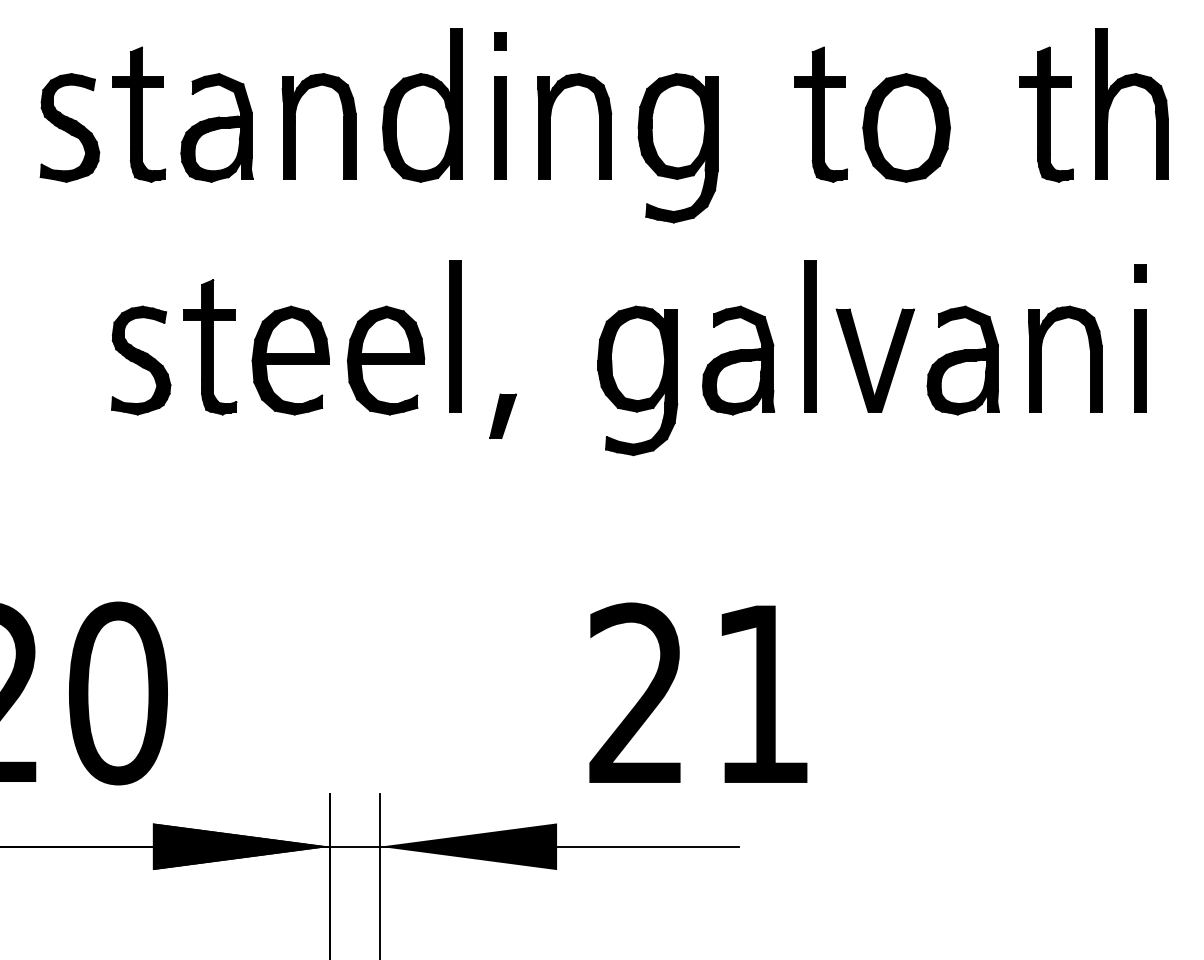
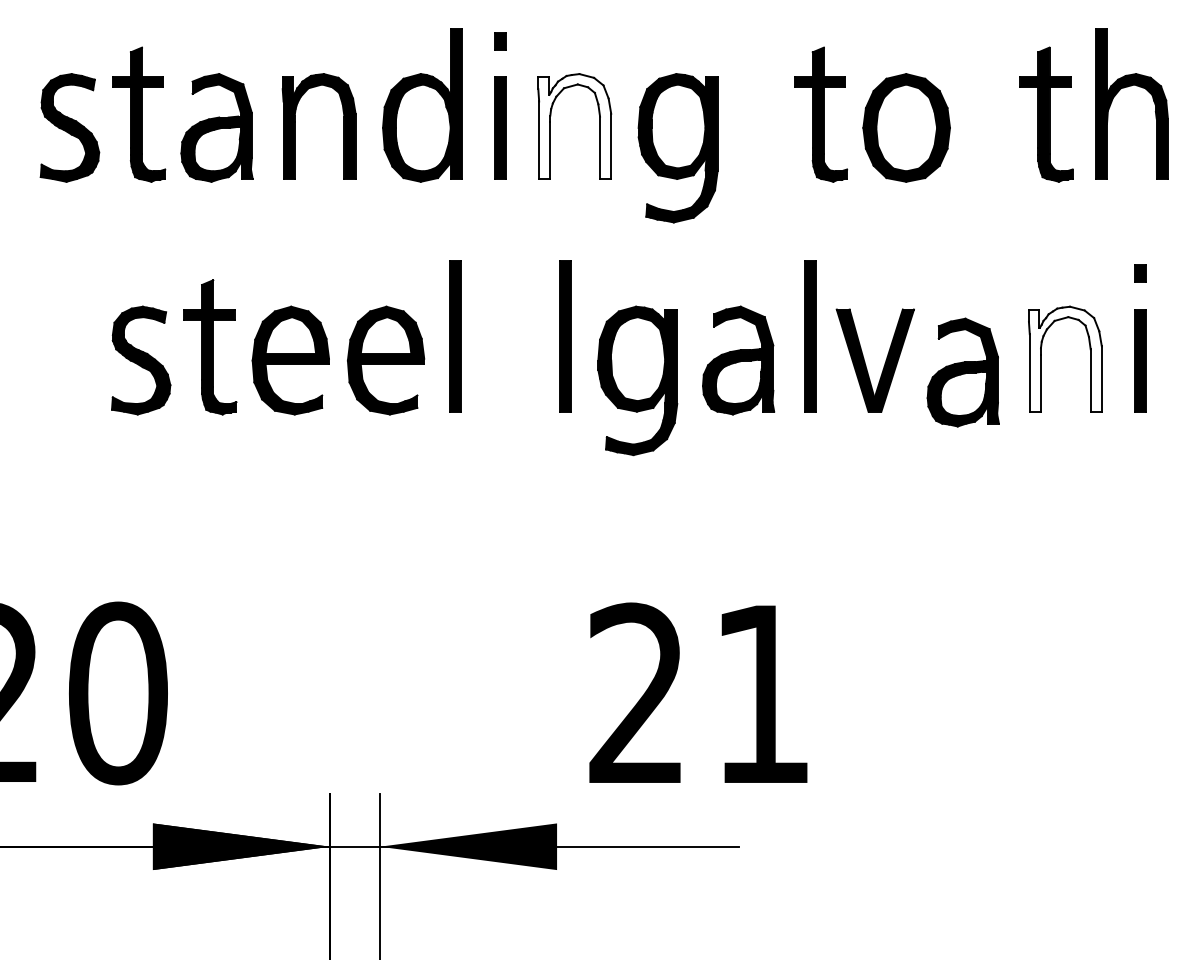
fill at (574, 126): present -> none
part at (565, 336): none -> present
fill at (1064, 358): present -> none
part at (962, 360) position: (962, 360) -> (962, 372)
part at (502, 415): present -> none
